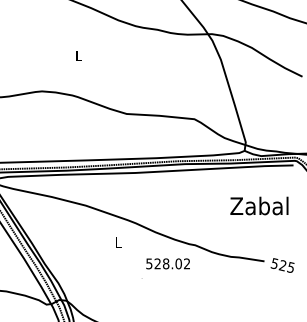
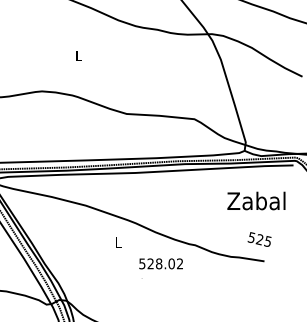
text at (259, 205) position: (259, 205) -> (256, 200)
text at (167, 263) position: (167, 263) -> (160, 263)
text at (282, 265) position: (282, 265) -> (259, 239)
